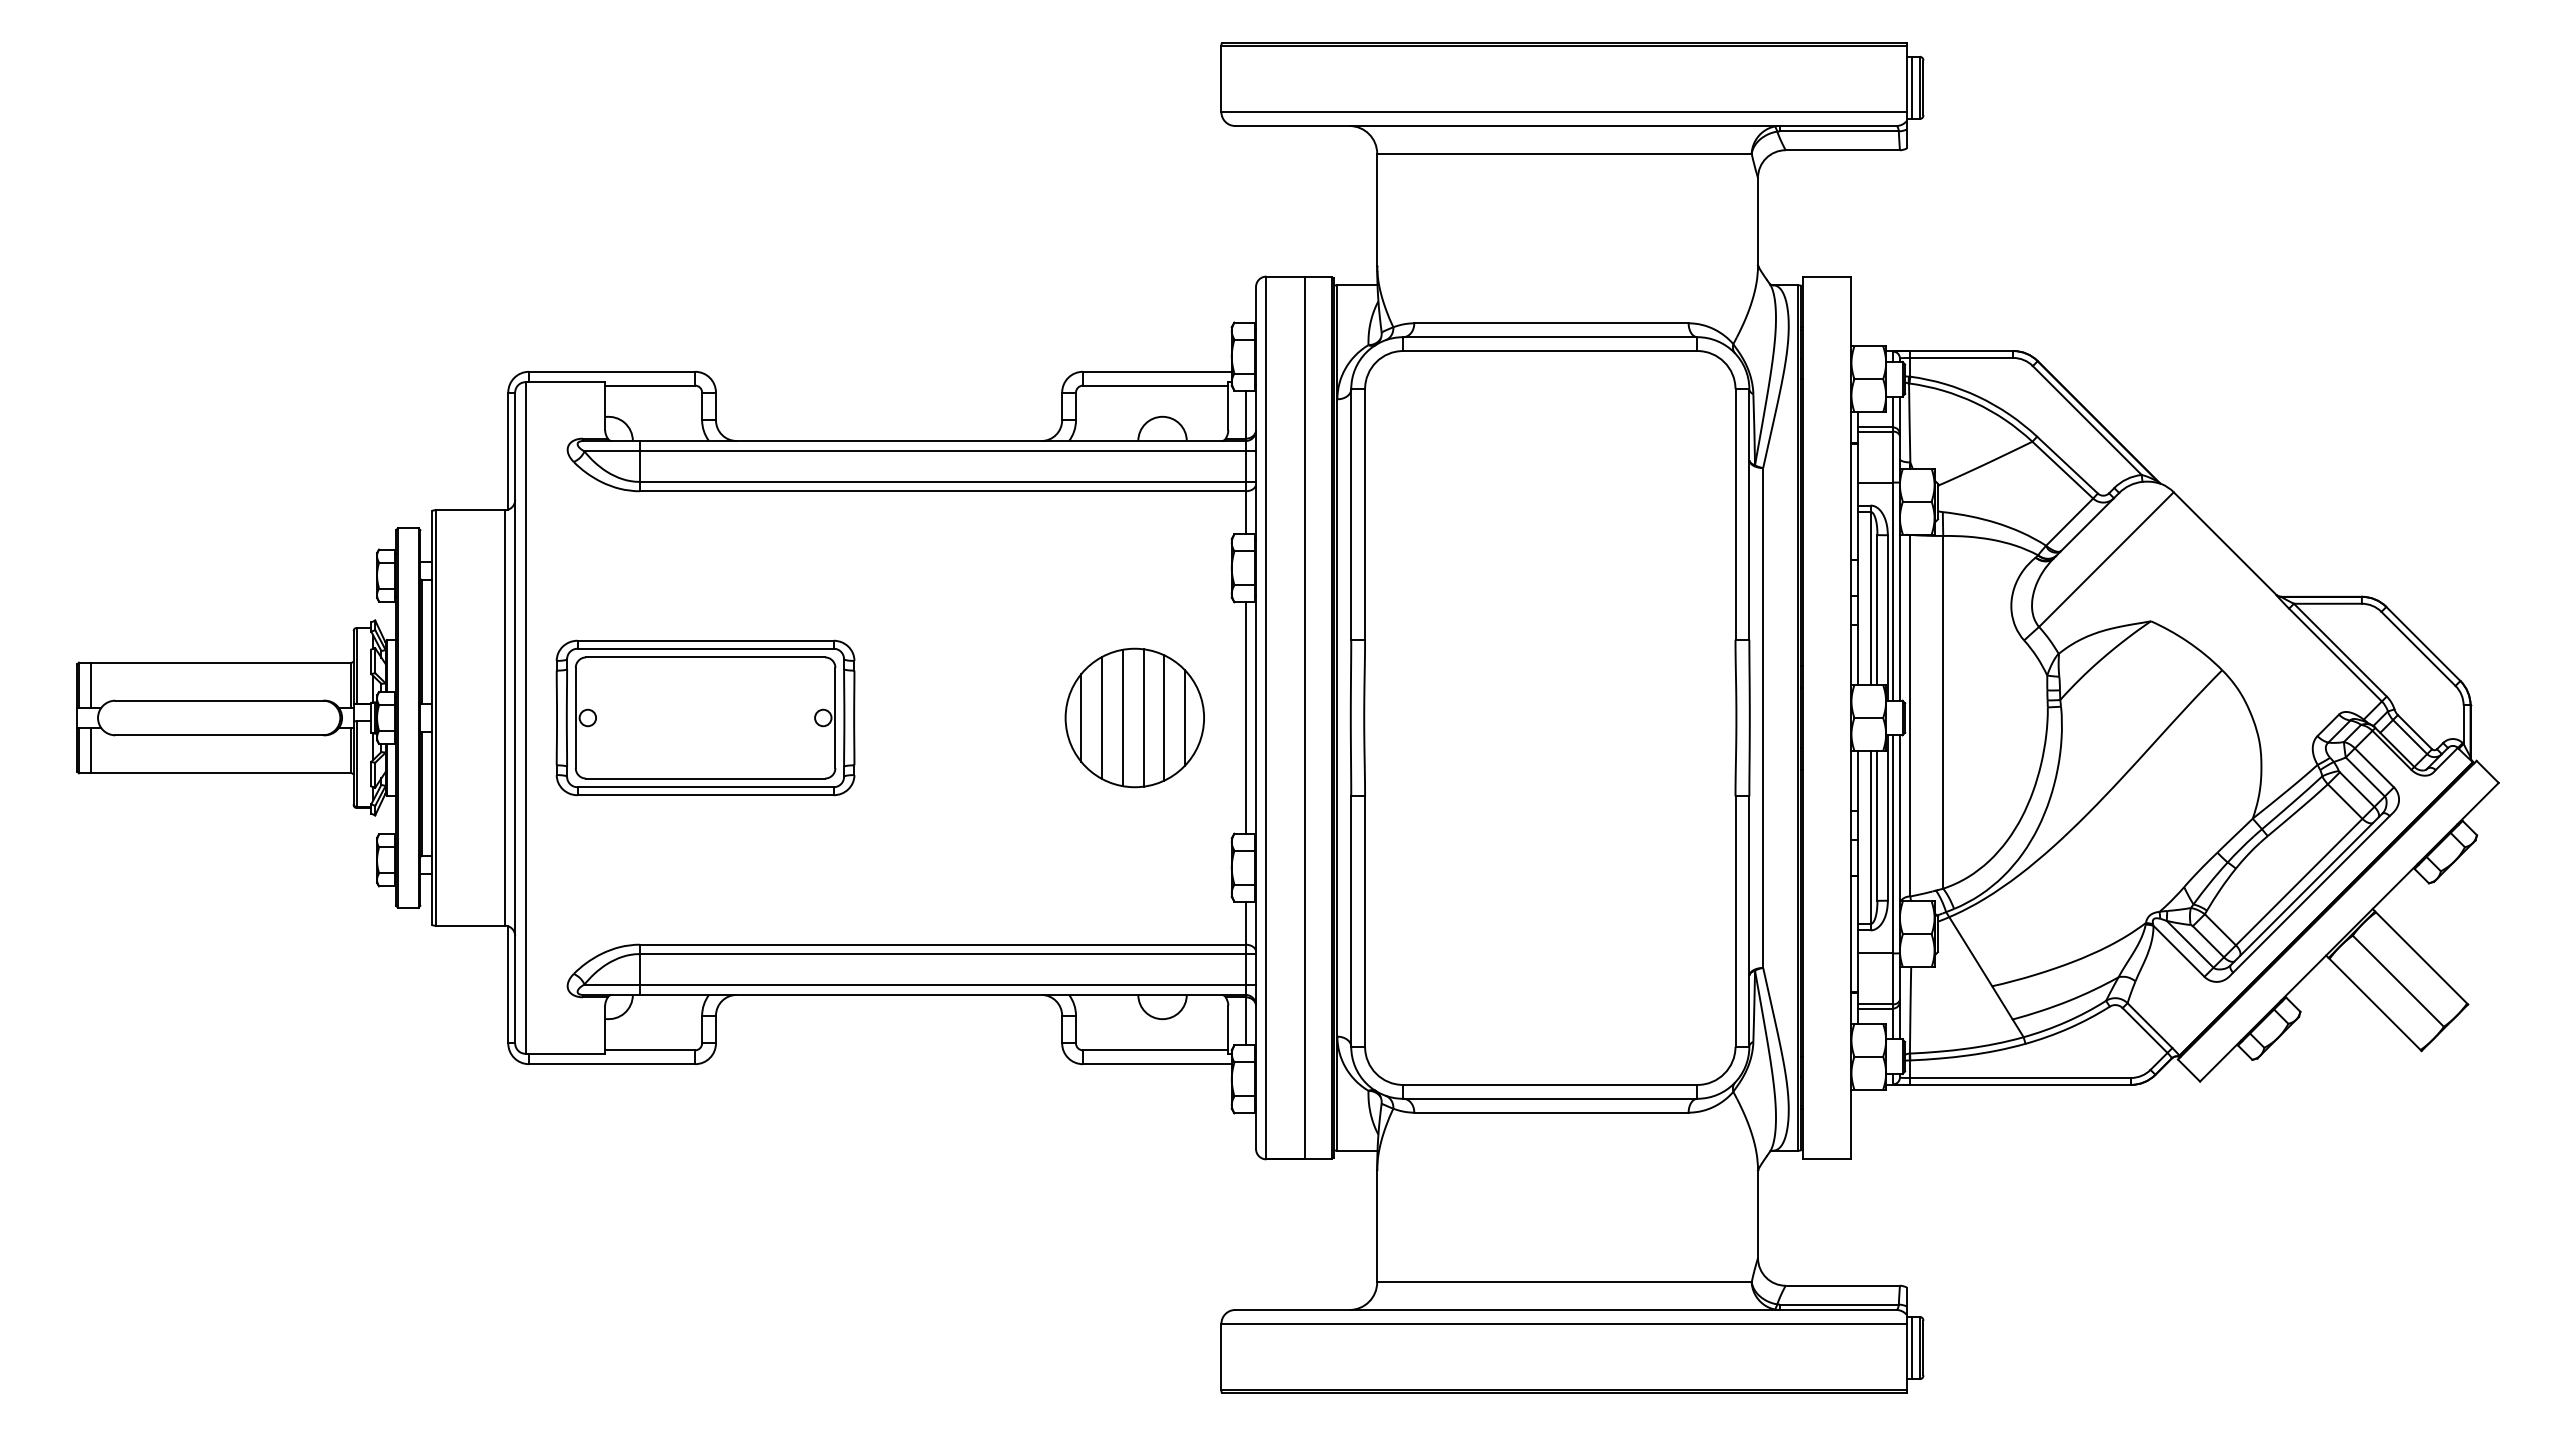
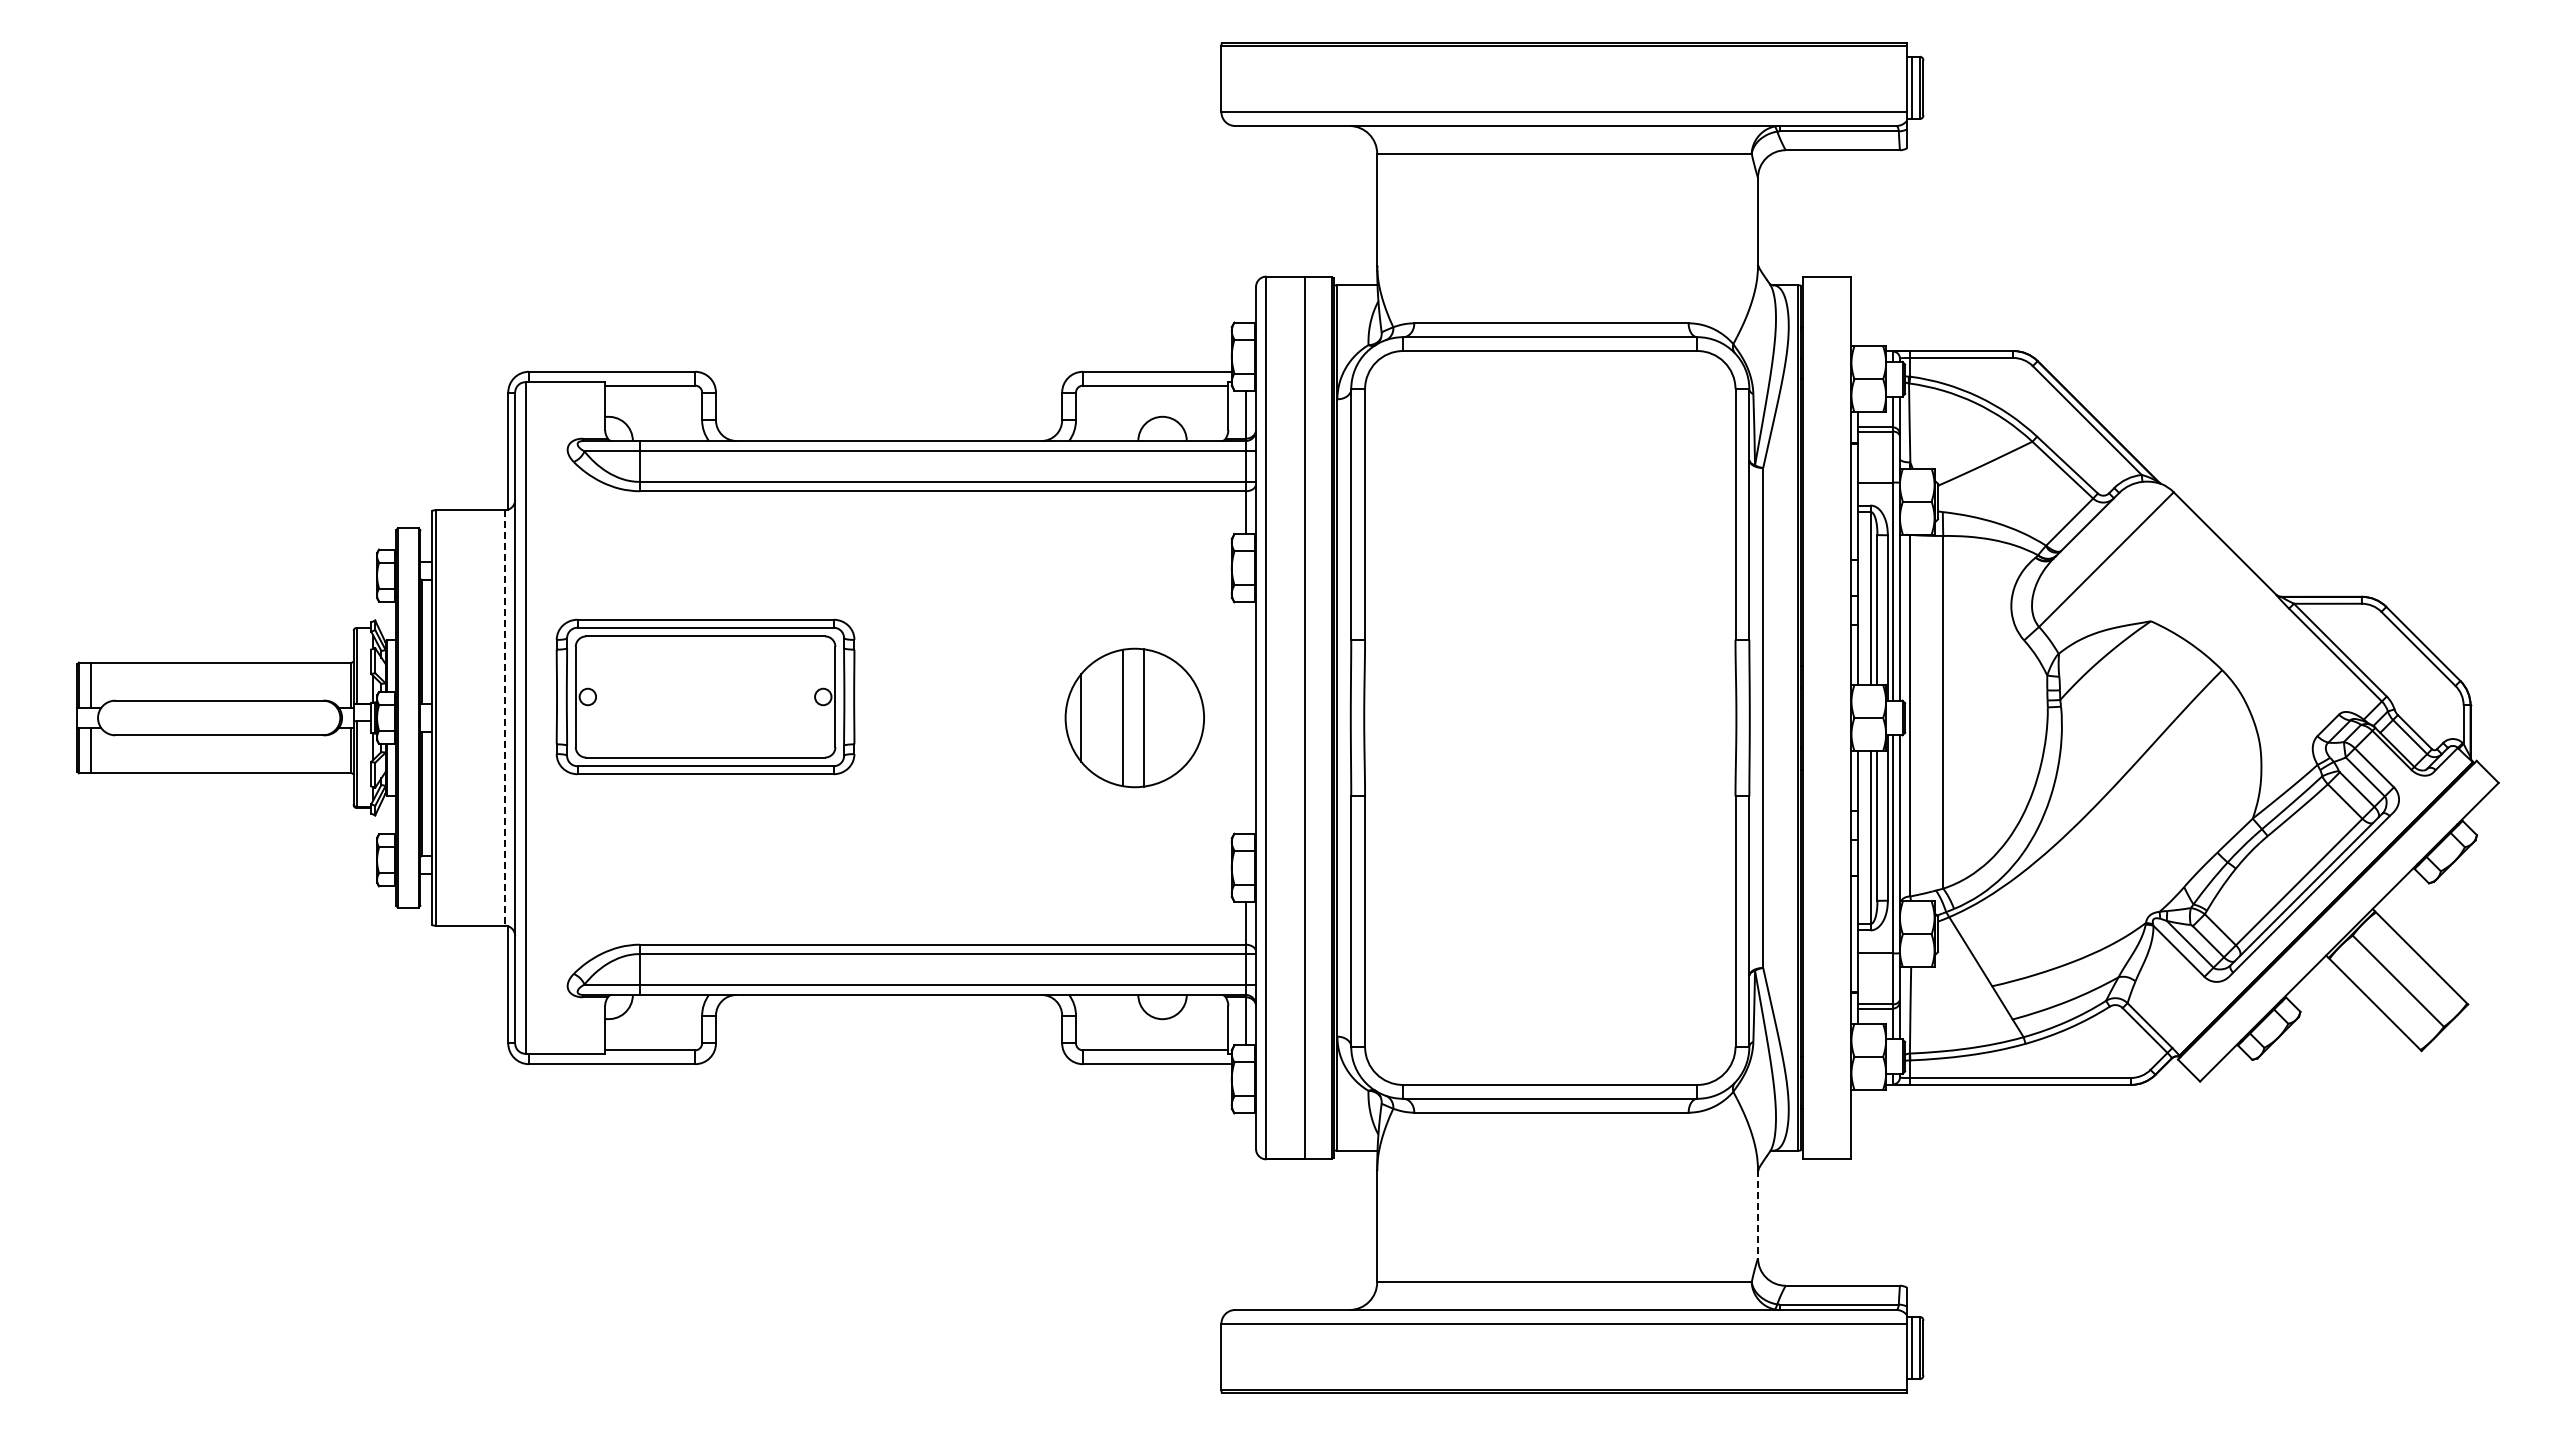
part at (705, 717) position: (705, 717) -> (705, 696)
line at (1101, 717): present -> none
line at (1164, 717): present -> none
line at (1185, 717): present -> none
line at (1245, 717): present -> none
line at (504, 718): solid -> dashed
line at (1758, 1214): solid -> dashed
